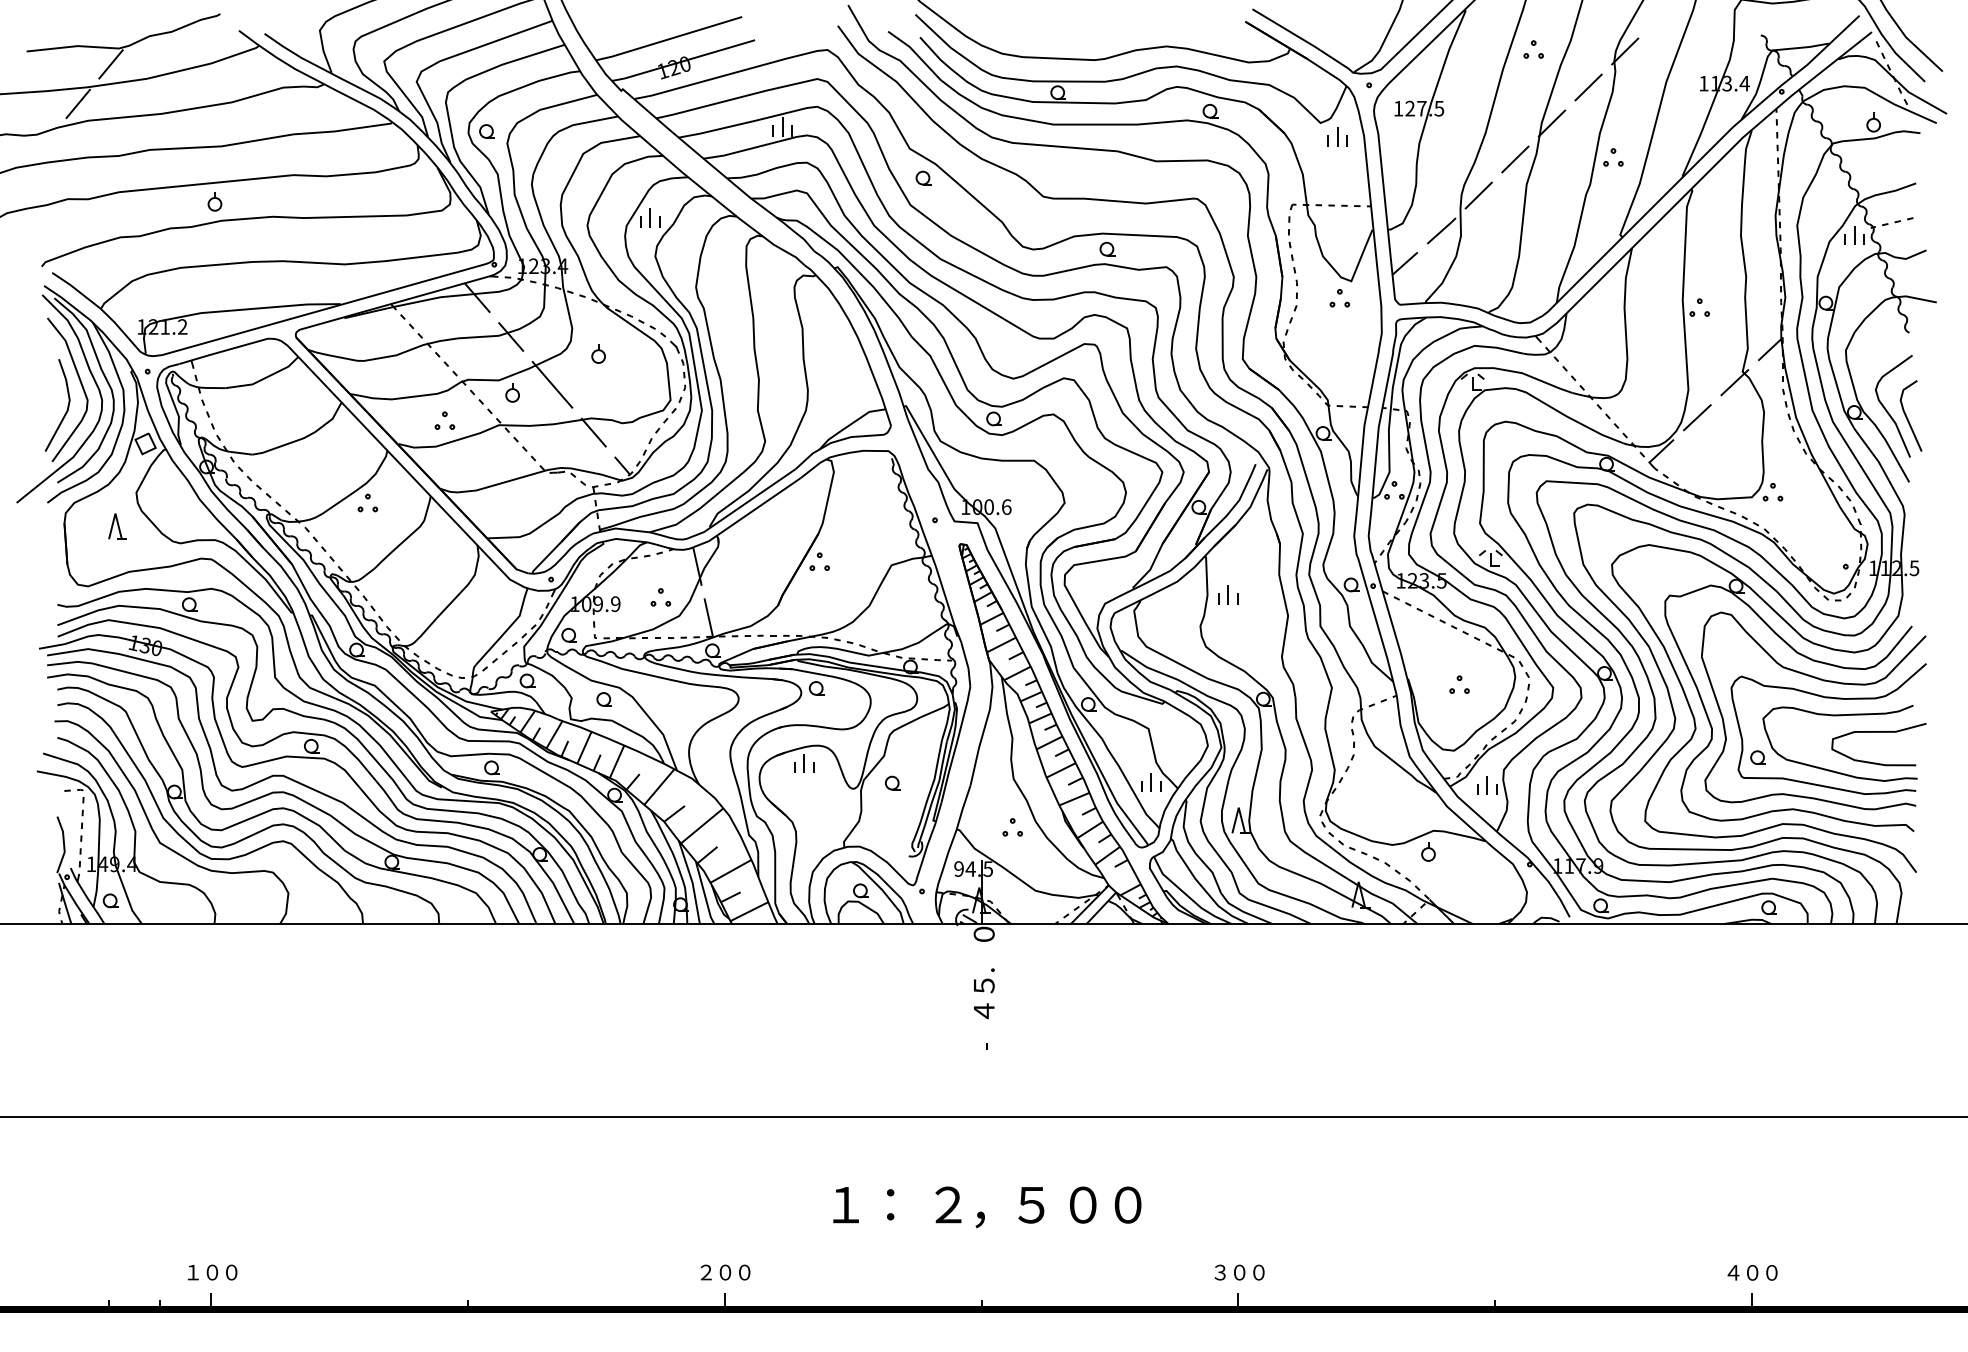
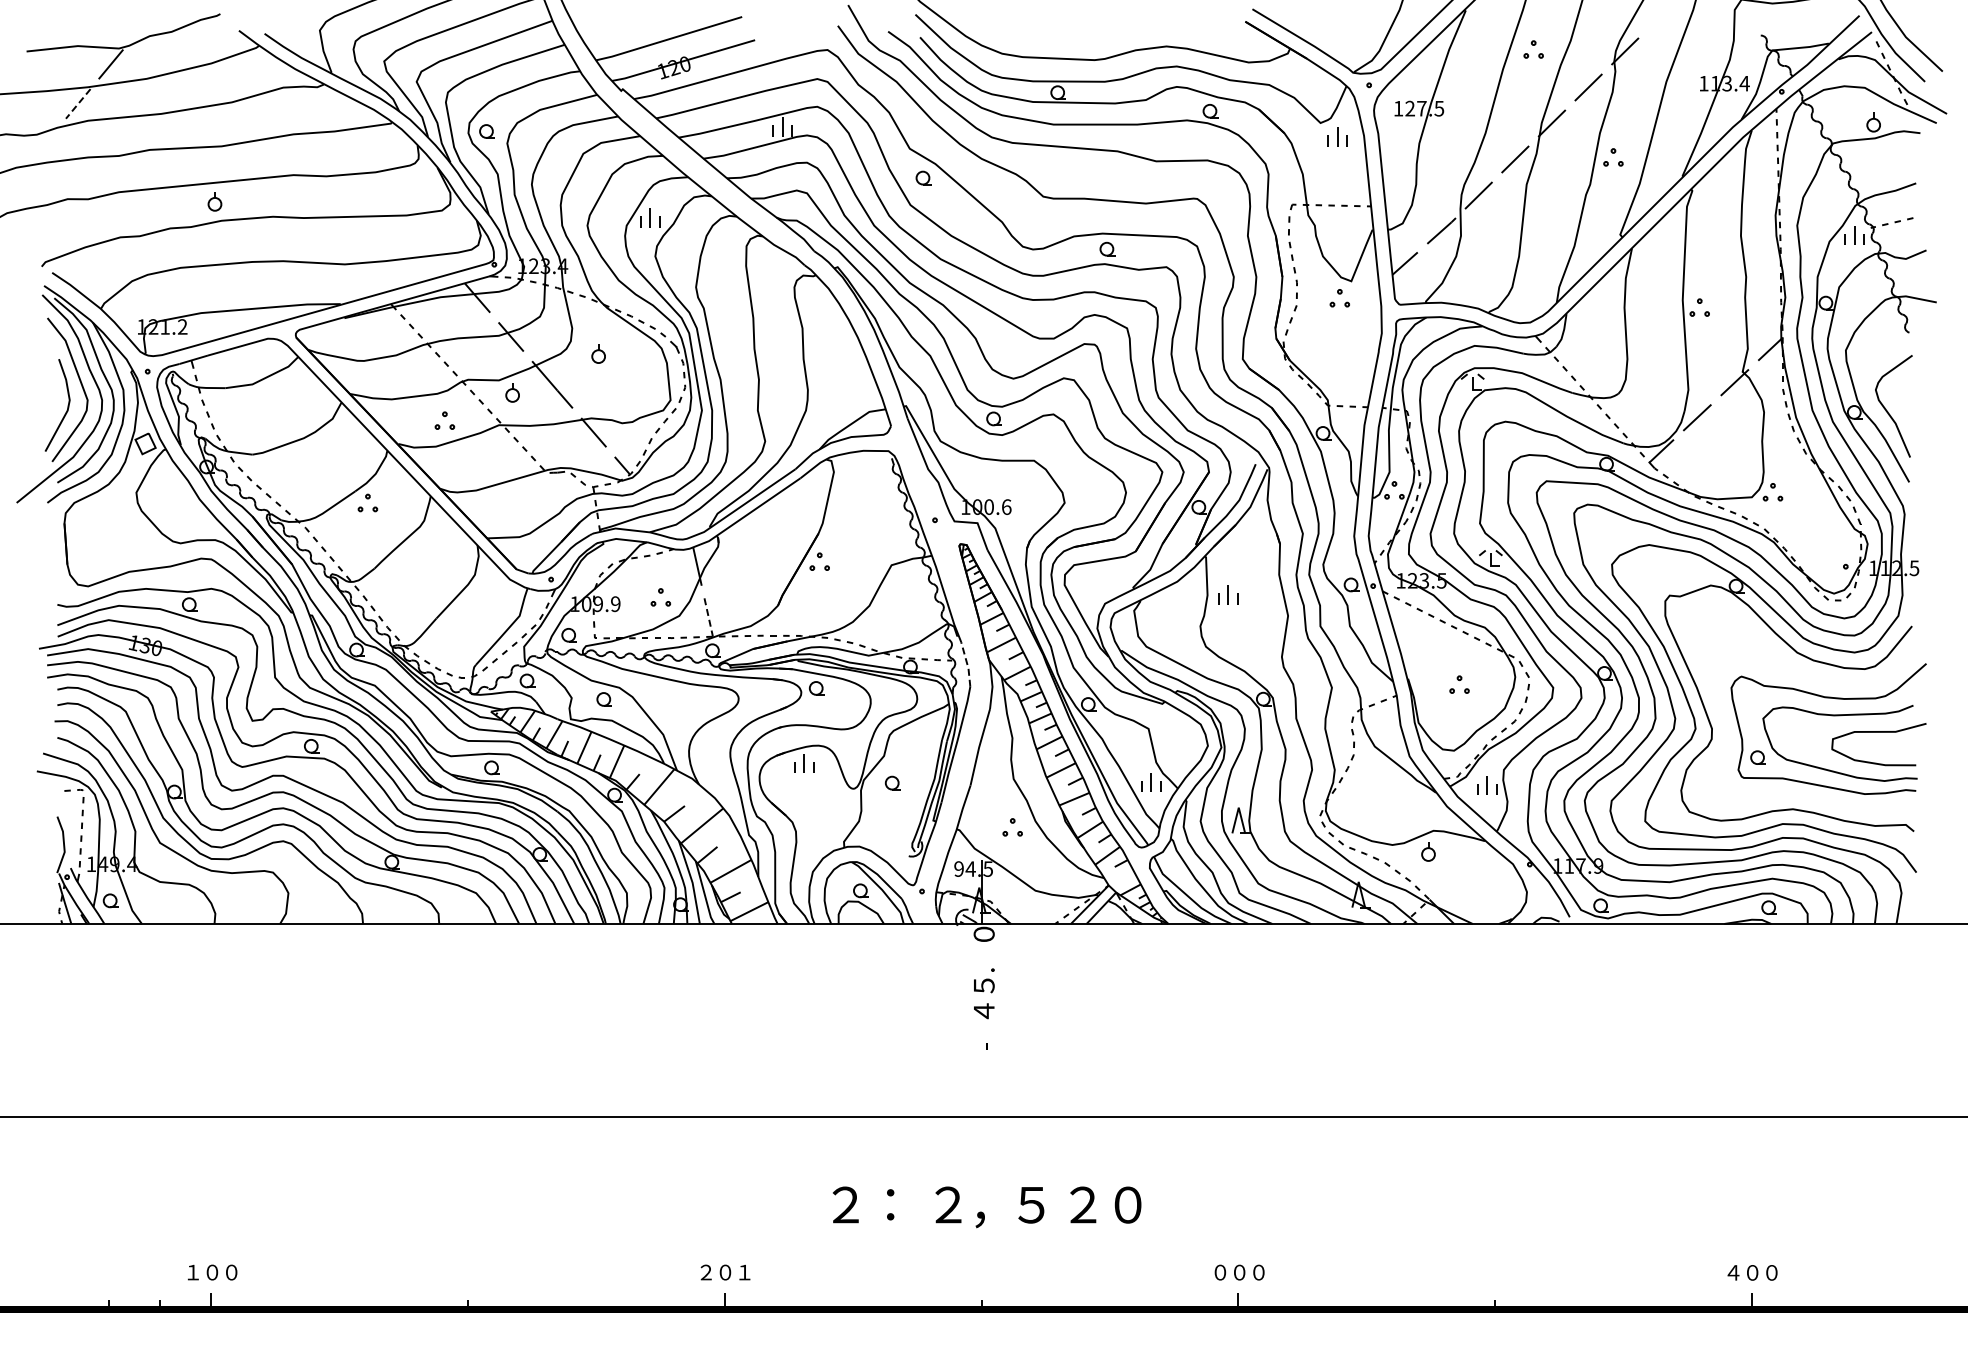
line at (77, 104): solid -> dashed
line at (1907, 416): present -> none
part at (117, 526): present -> none
line at (708, 617): solid -> dashed
line at (967, 663): solid -> dashed
curve at (1823, 681): present -> none
text at (845, 1204): １ -> ２
text at (1083, 1204): ０ -> ２
text at (744, 1272): ０ -> １
text at (1220, 1272): ３ -> ０
